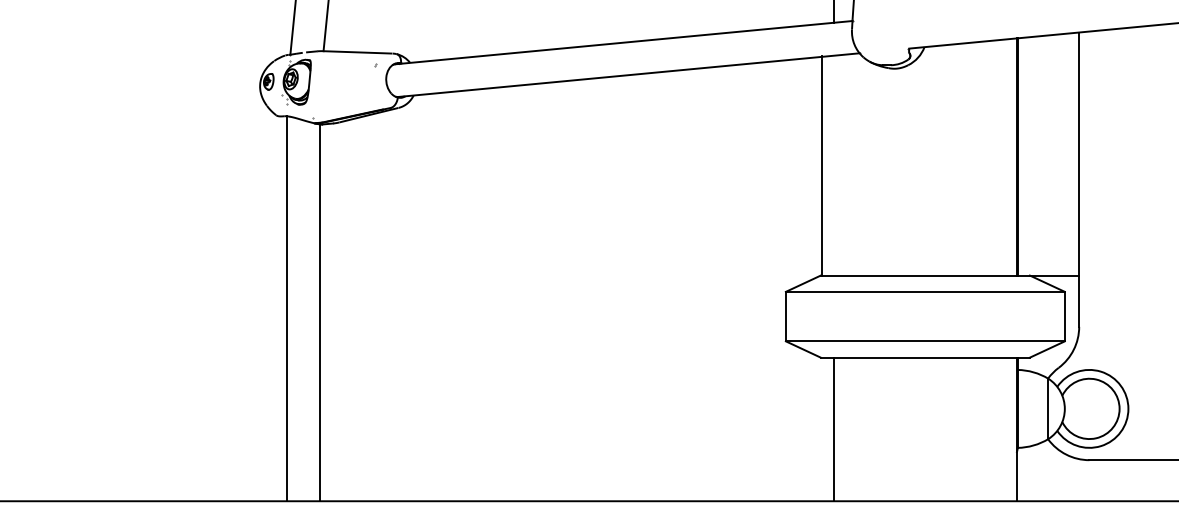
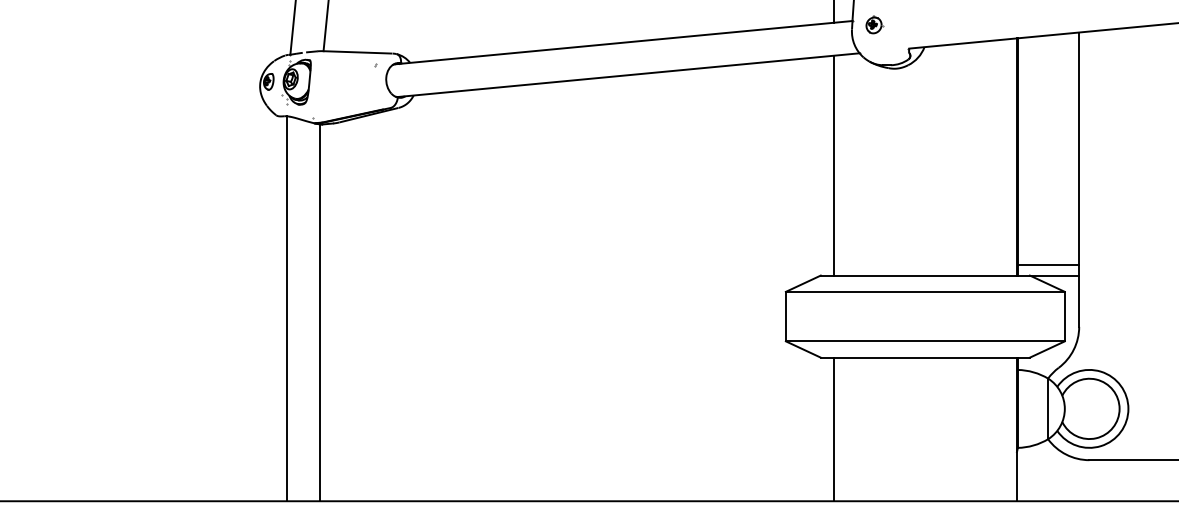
part at (874, 24): none -> present
line at (822, 165) position: (822, 165) -> (834, 165)
line at (1048, 265): none -> present
